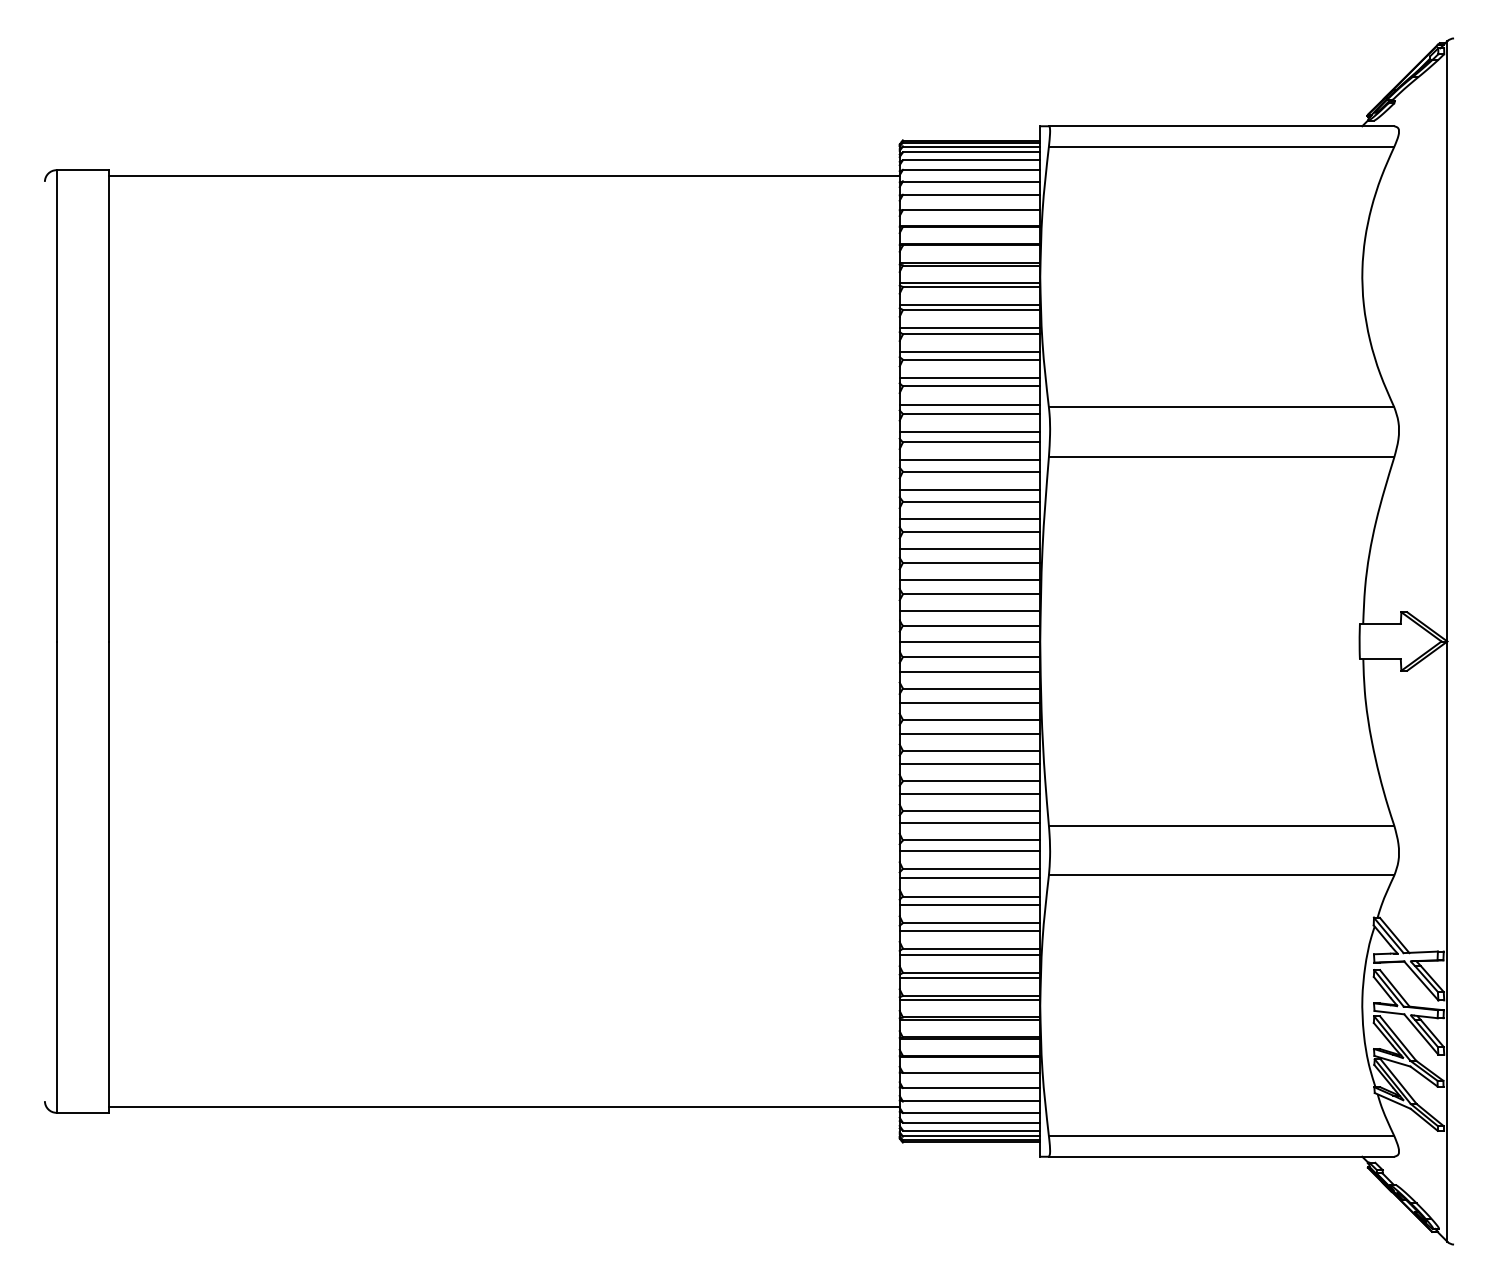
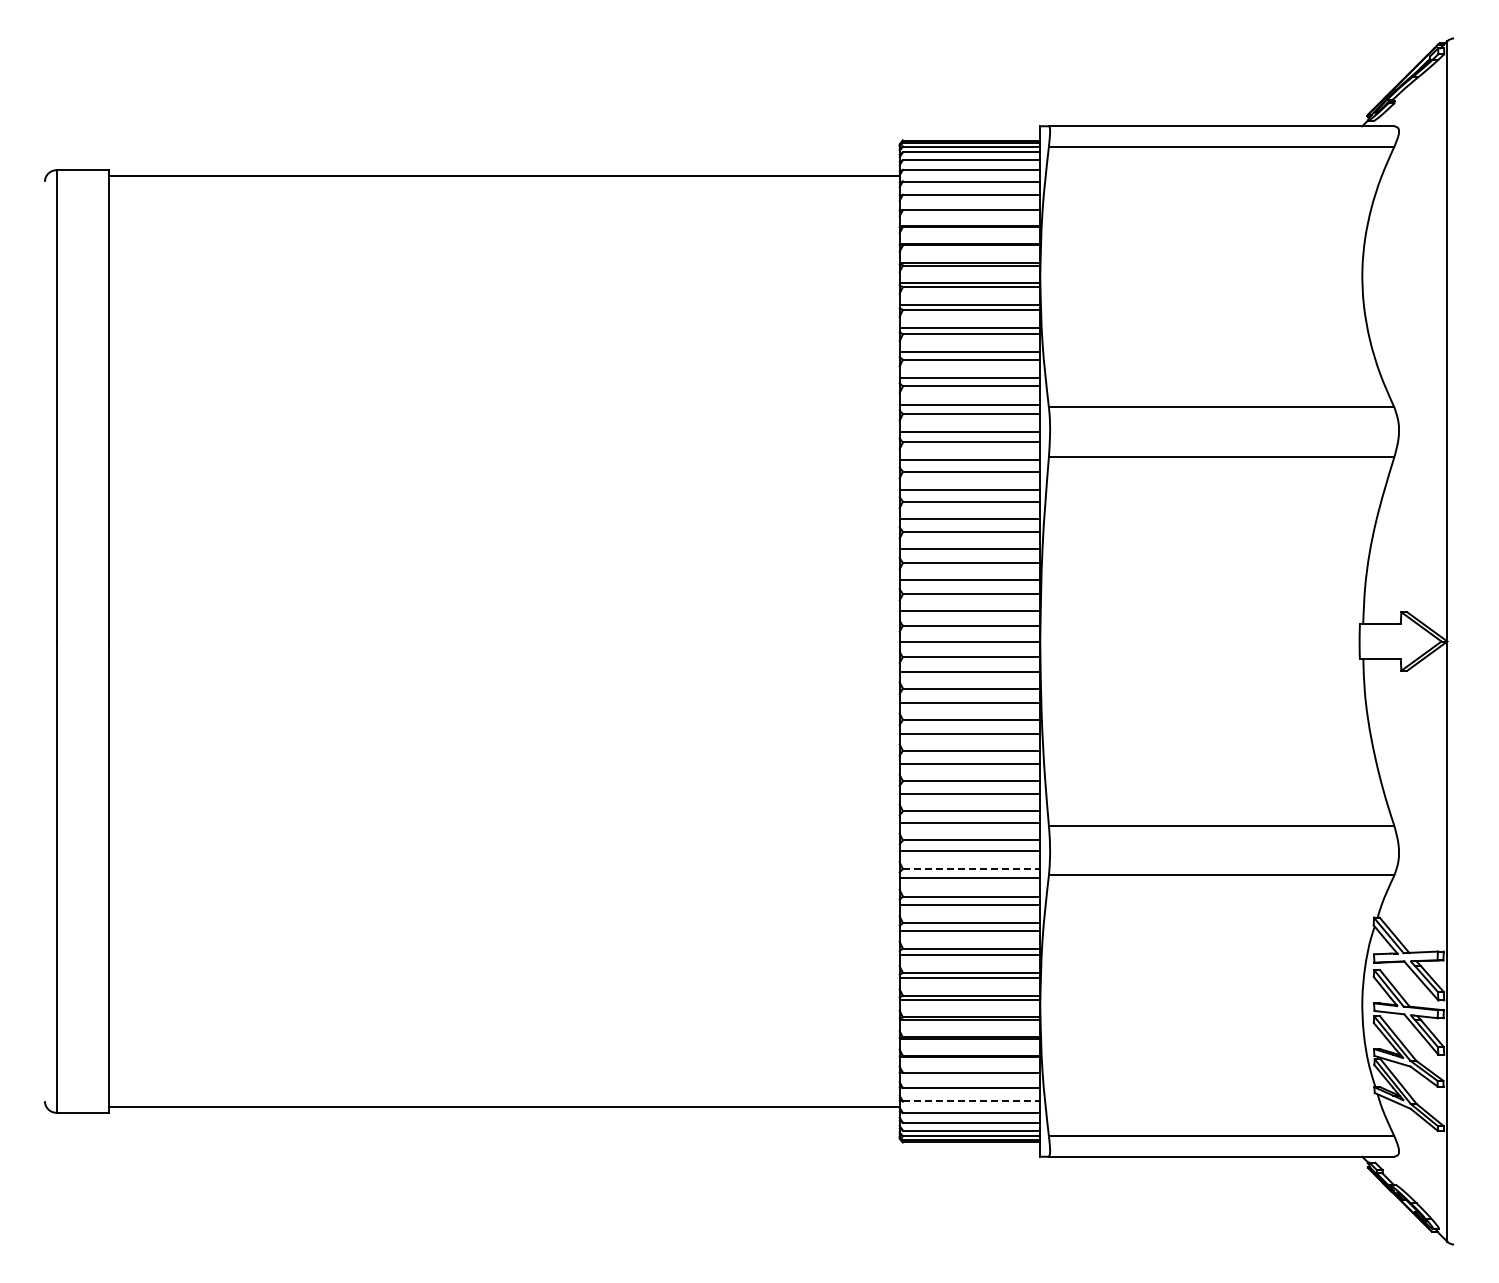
line at (971, 869): solid -> dashed
line at (971, 1101): solid -> dashed
